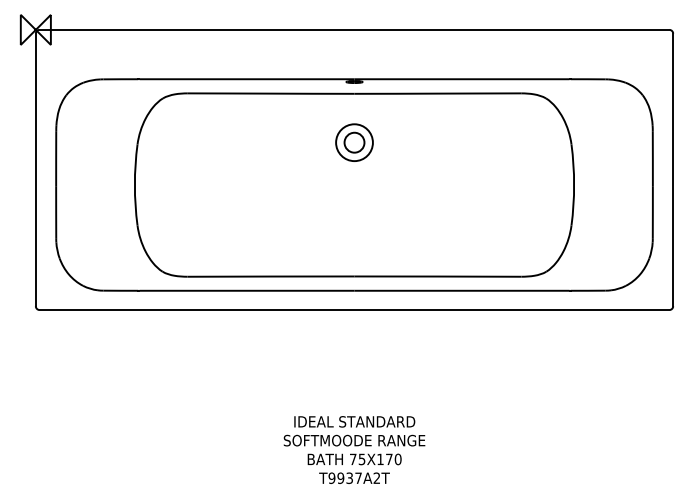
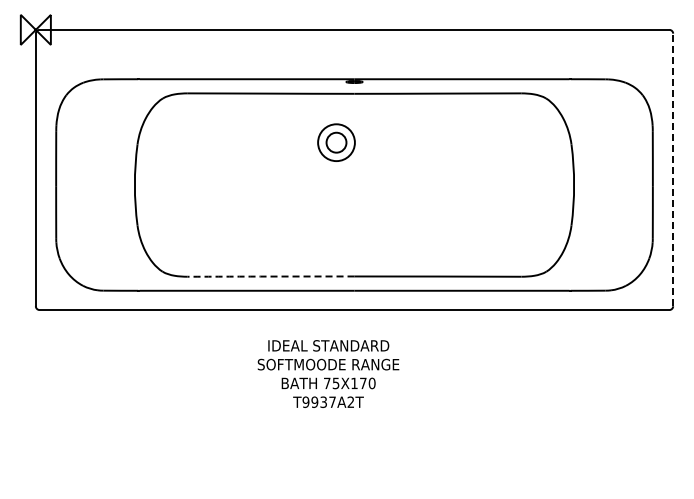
part at (354, 142) position: (354, 142) -> (336, 142)
line at (673, 169): solid -> dashed
arc at (271, 276): solid -> dashed
text at (354, 449) position: (354, 449) -> (328, 373)
